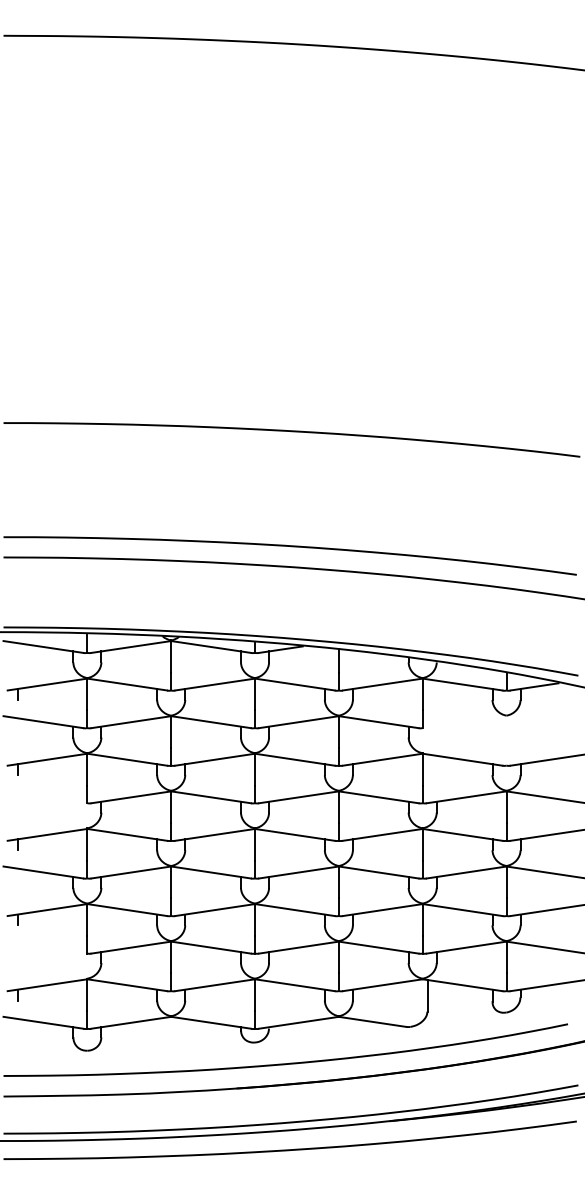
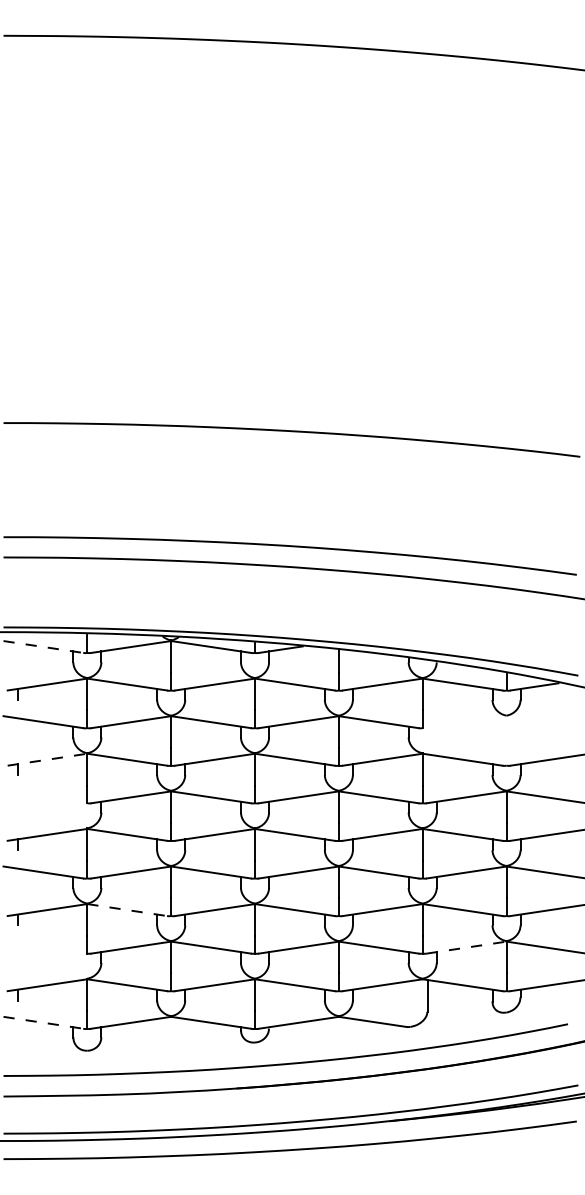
line at (43, 647): solid -> dashed
line at (48, 759): solid -> dashed
line at (127, 910): solid -> dashed
line at (467, 947): solid -> dashed
line at (43, 1022): solid -> dashed
